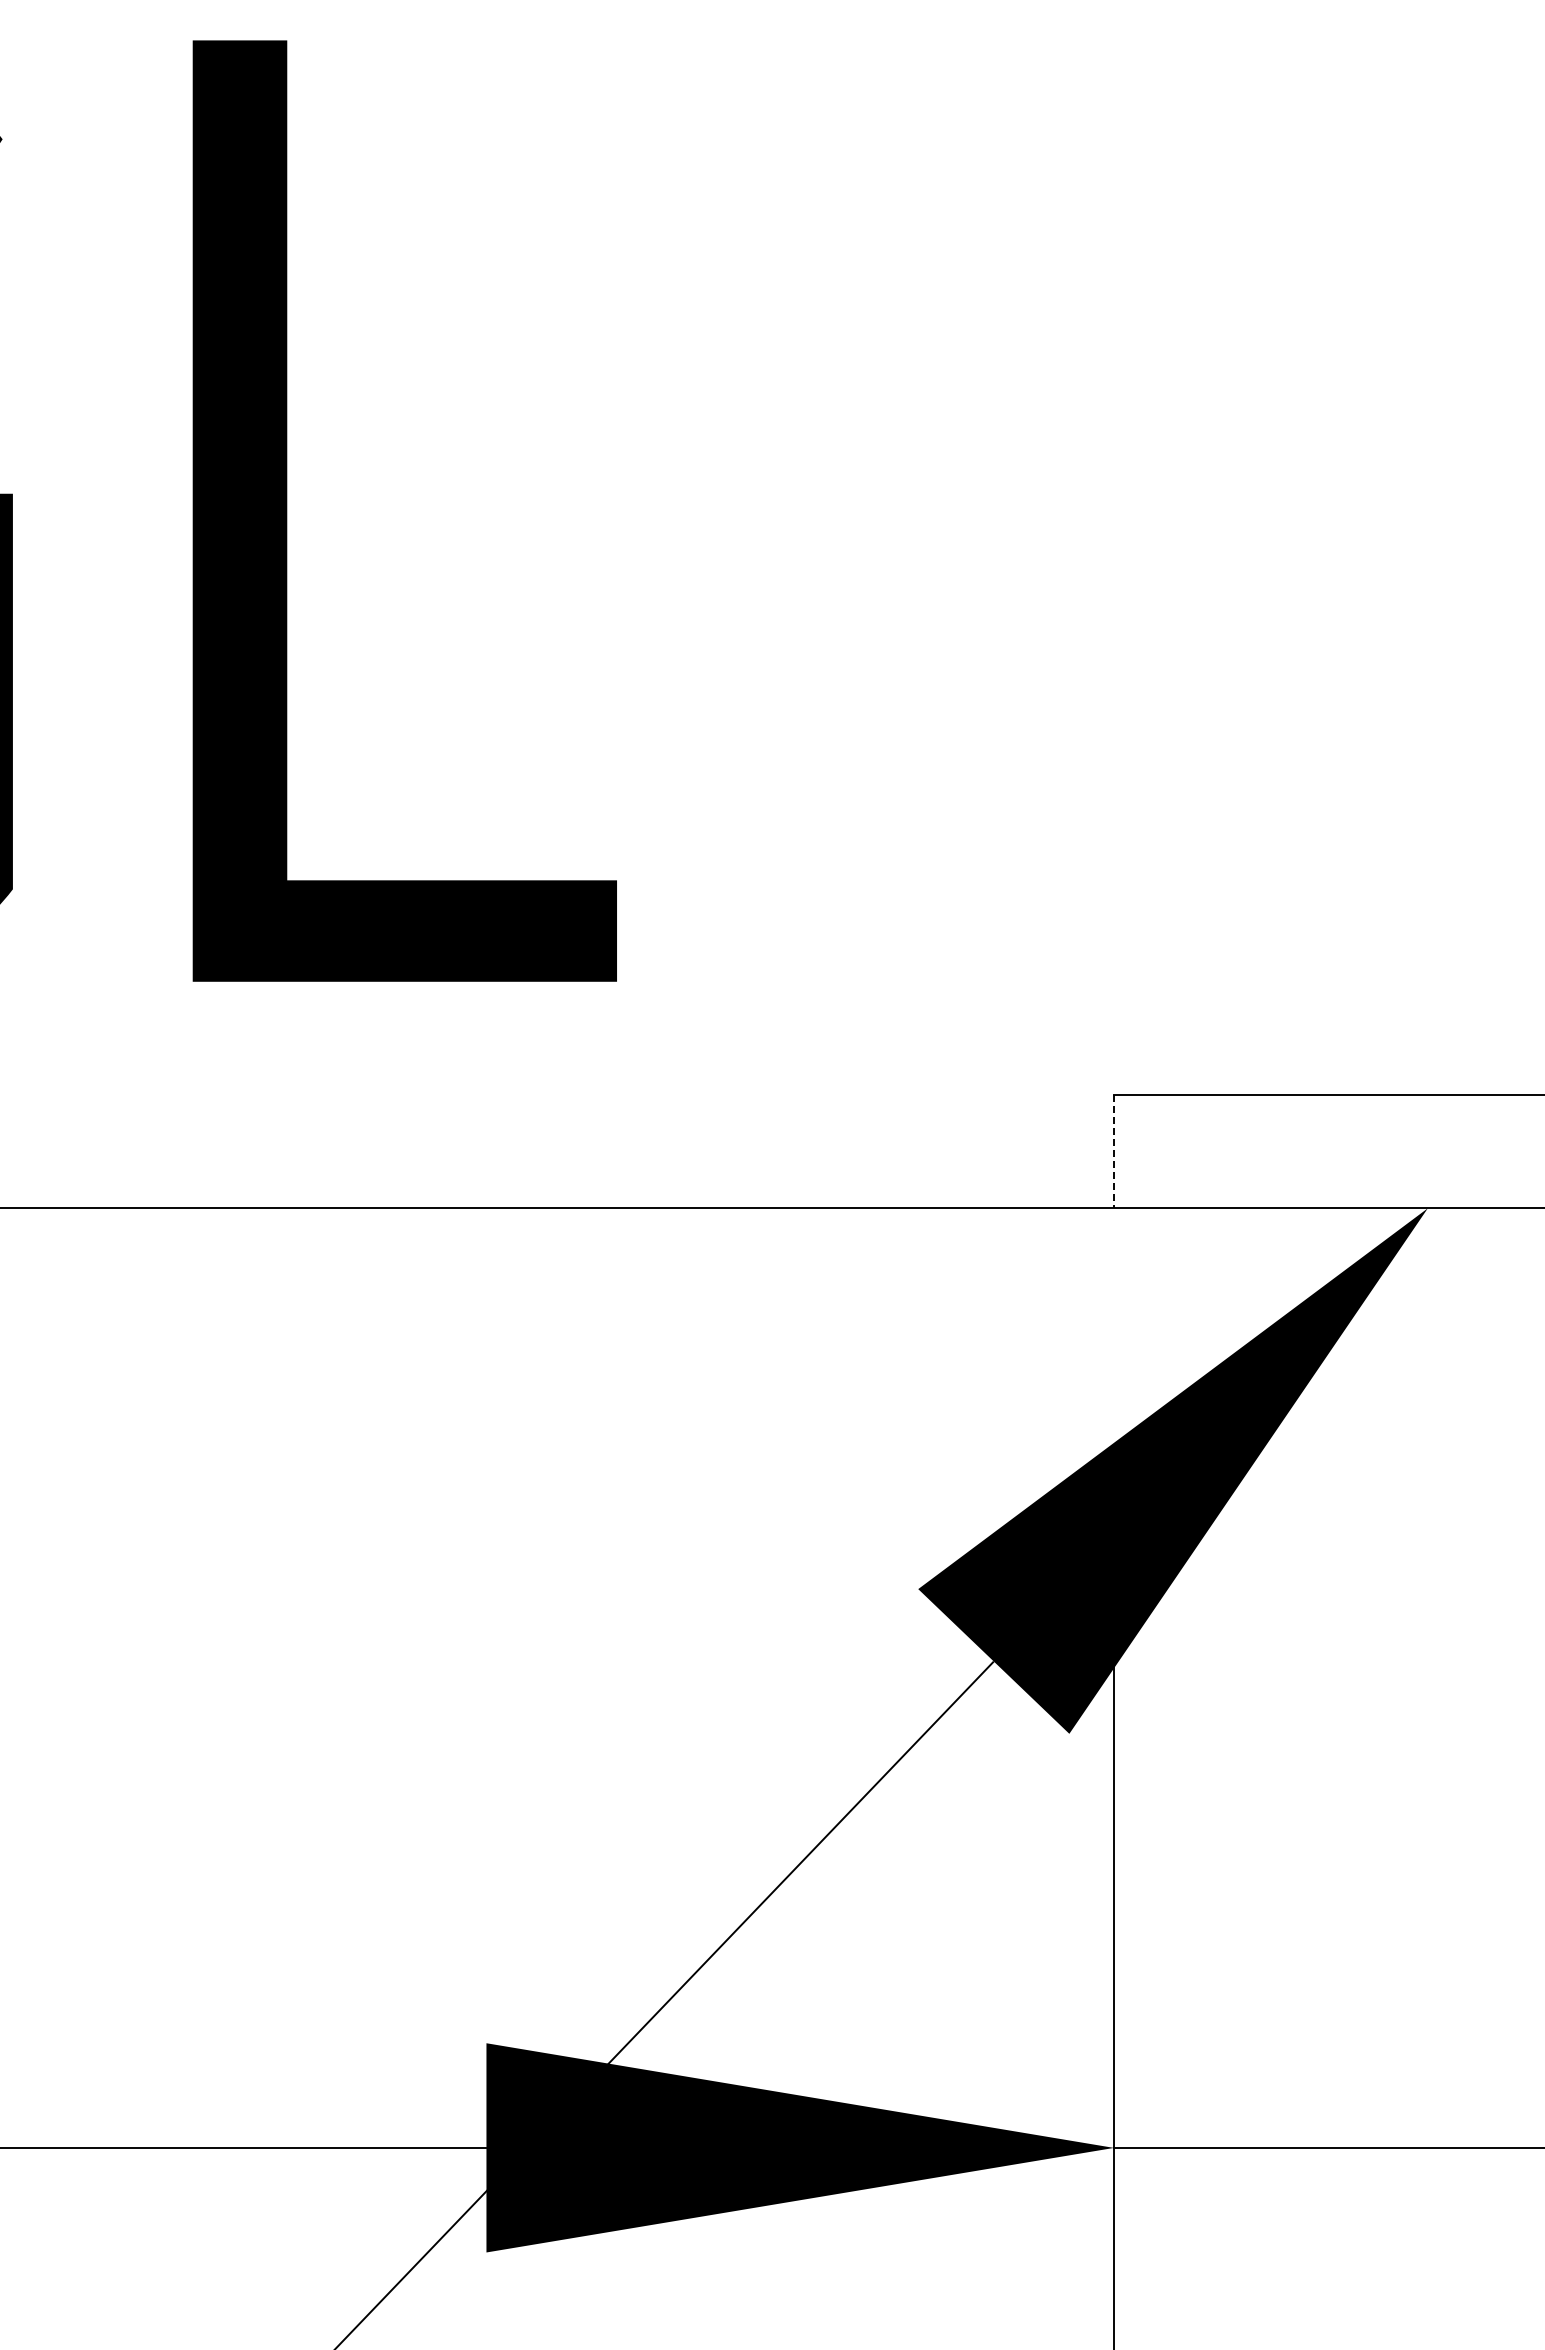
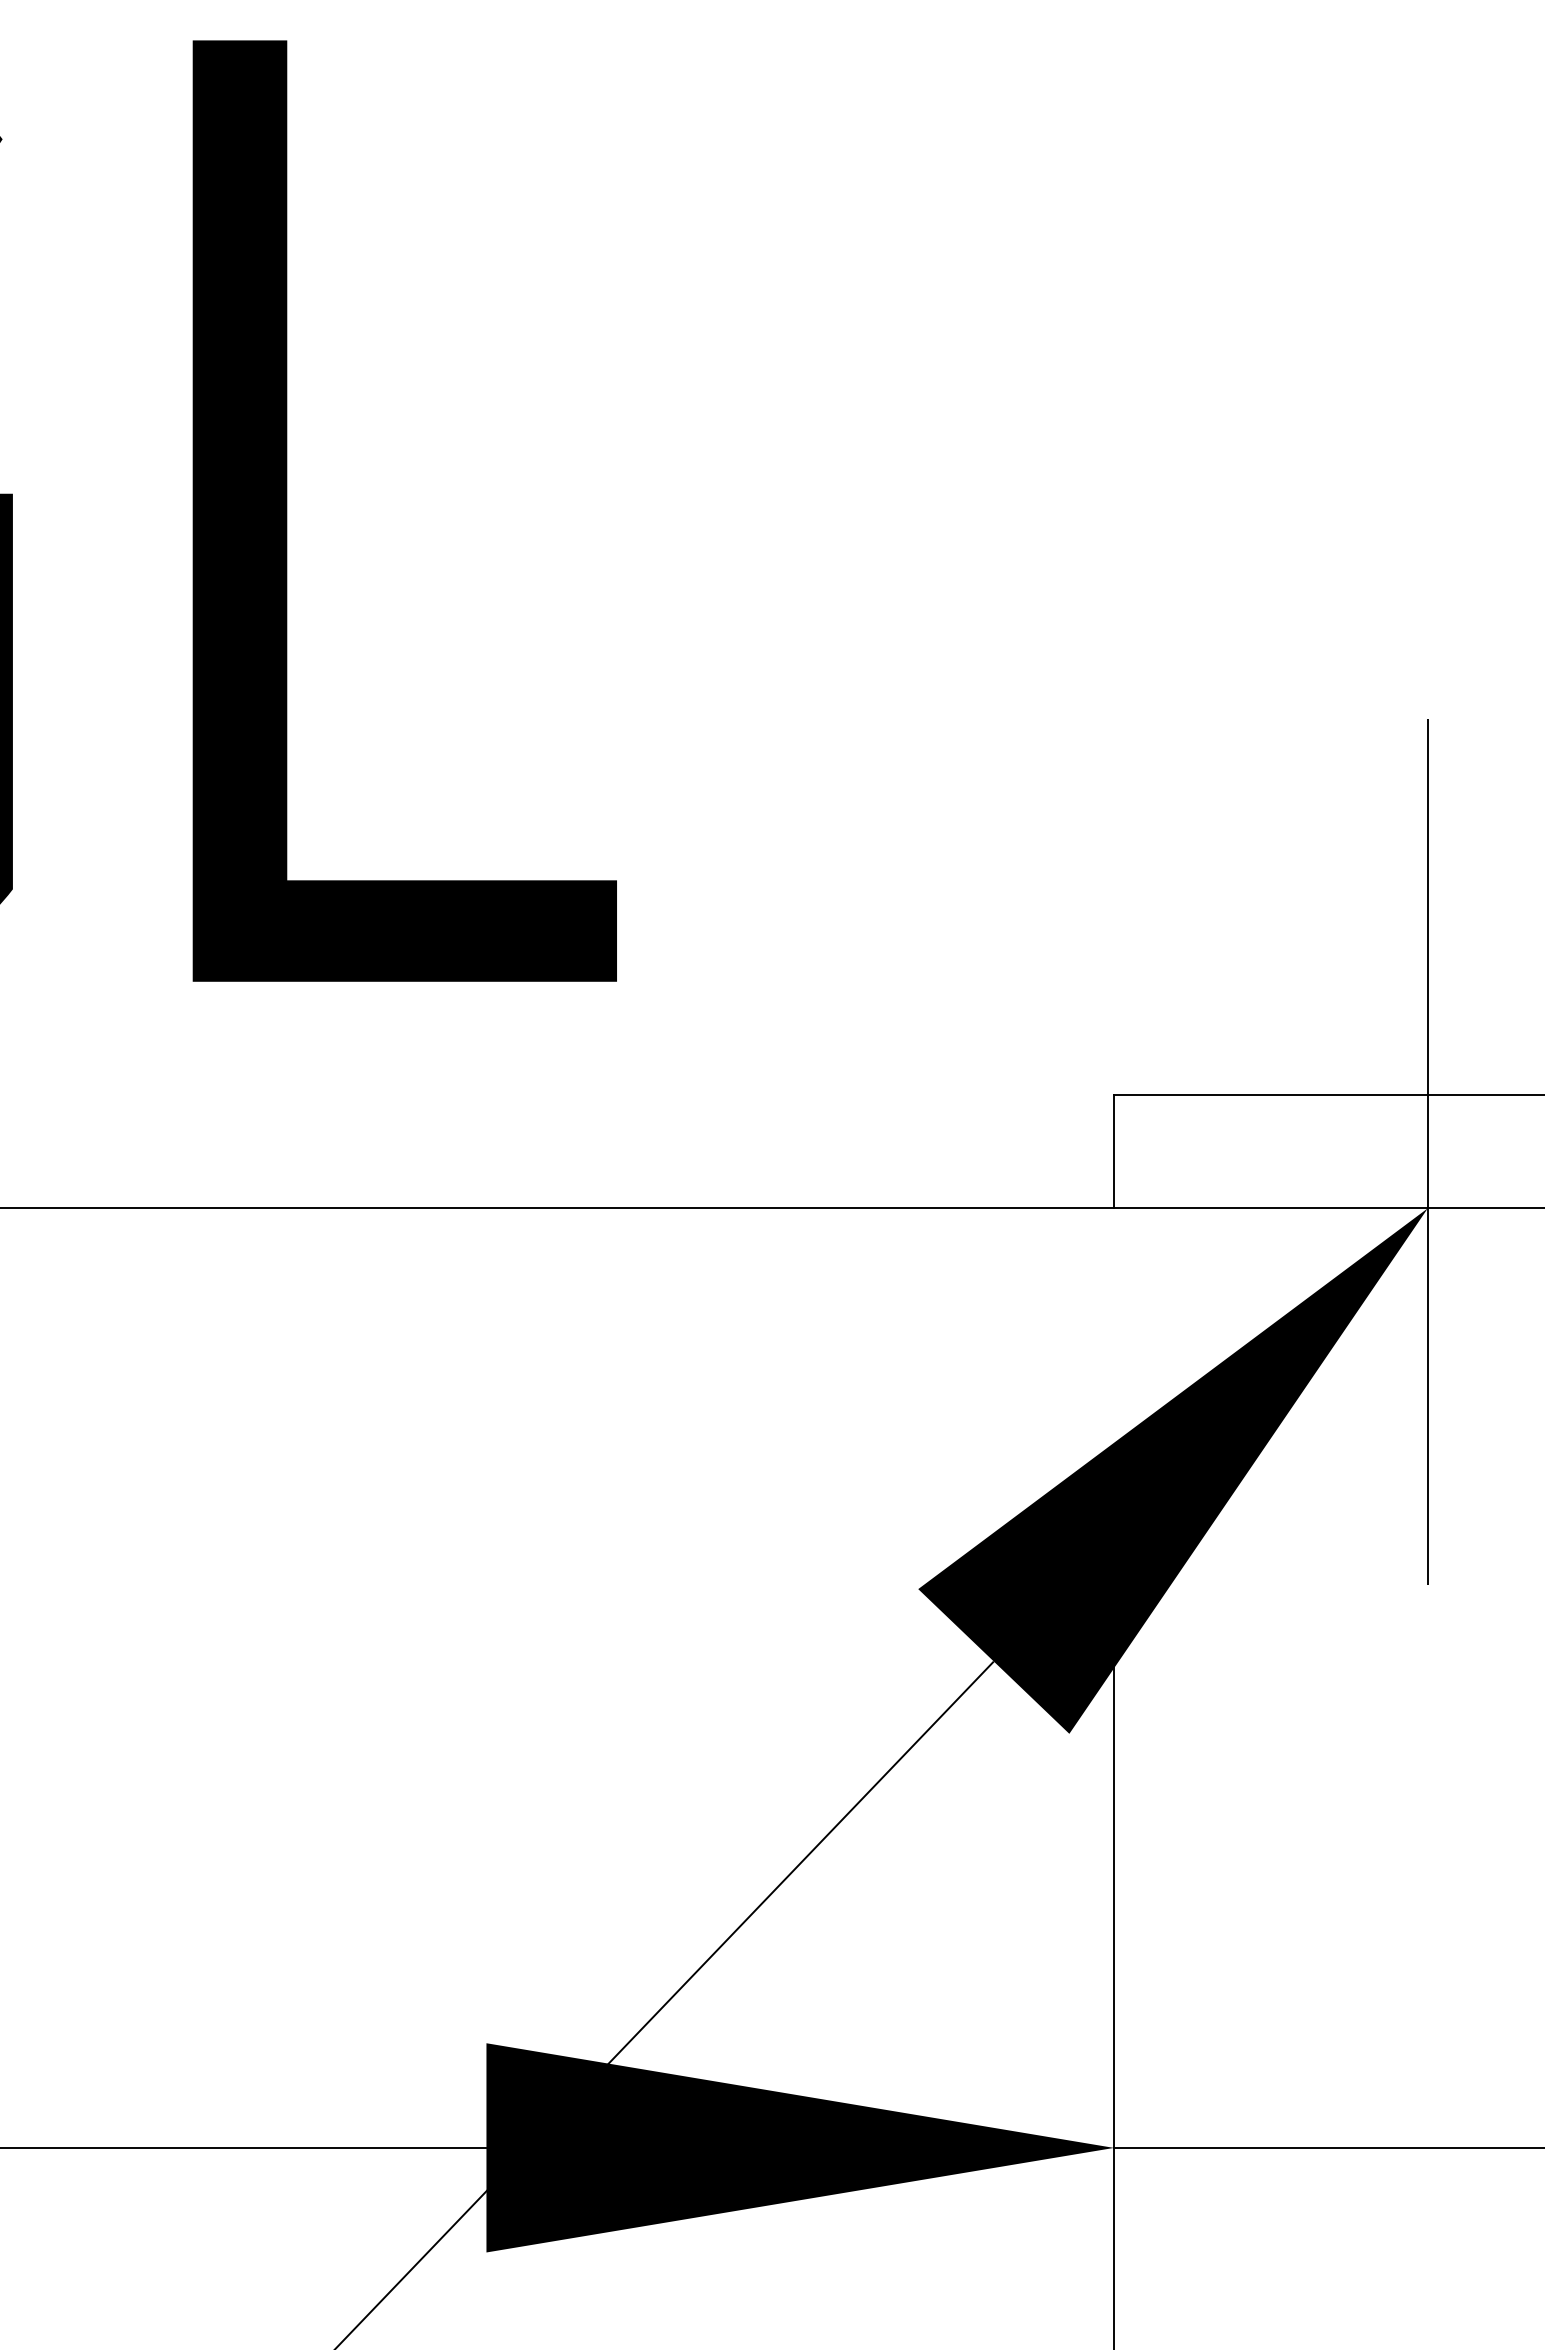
line at (1427, 1151): none -> present
line at (1114, 1152): dashed -> solid
